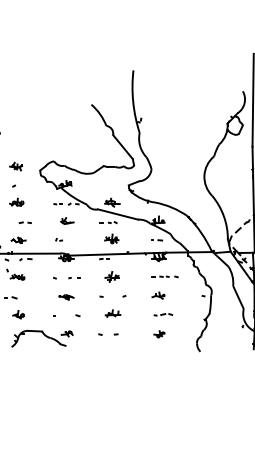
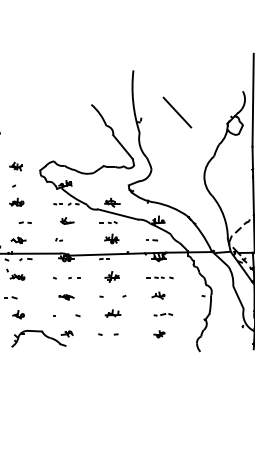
line at (177, 112): none -> present
part at (157, 240) position: (157, 240) -> (152, 240)
part at (164, 276) position: (164, 276) -> (159, 277)
